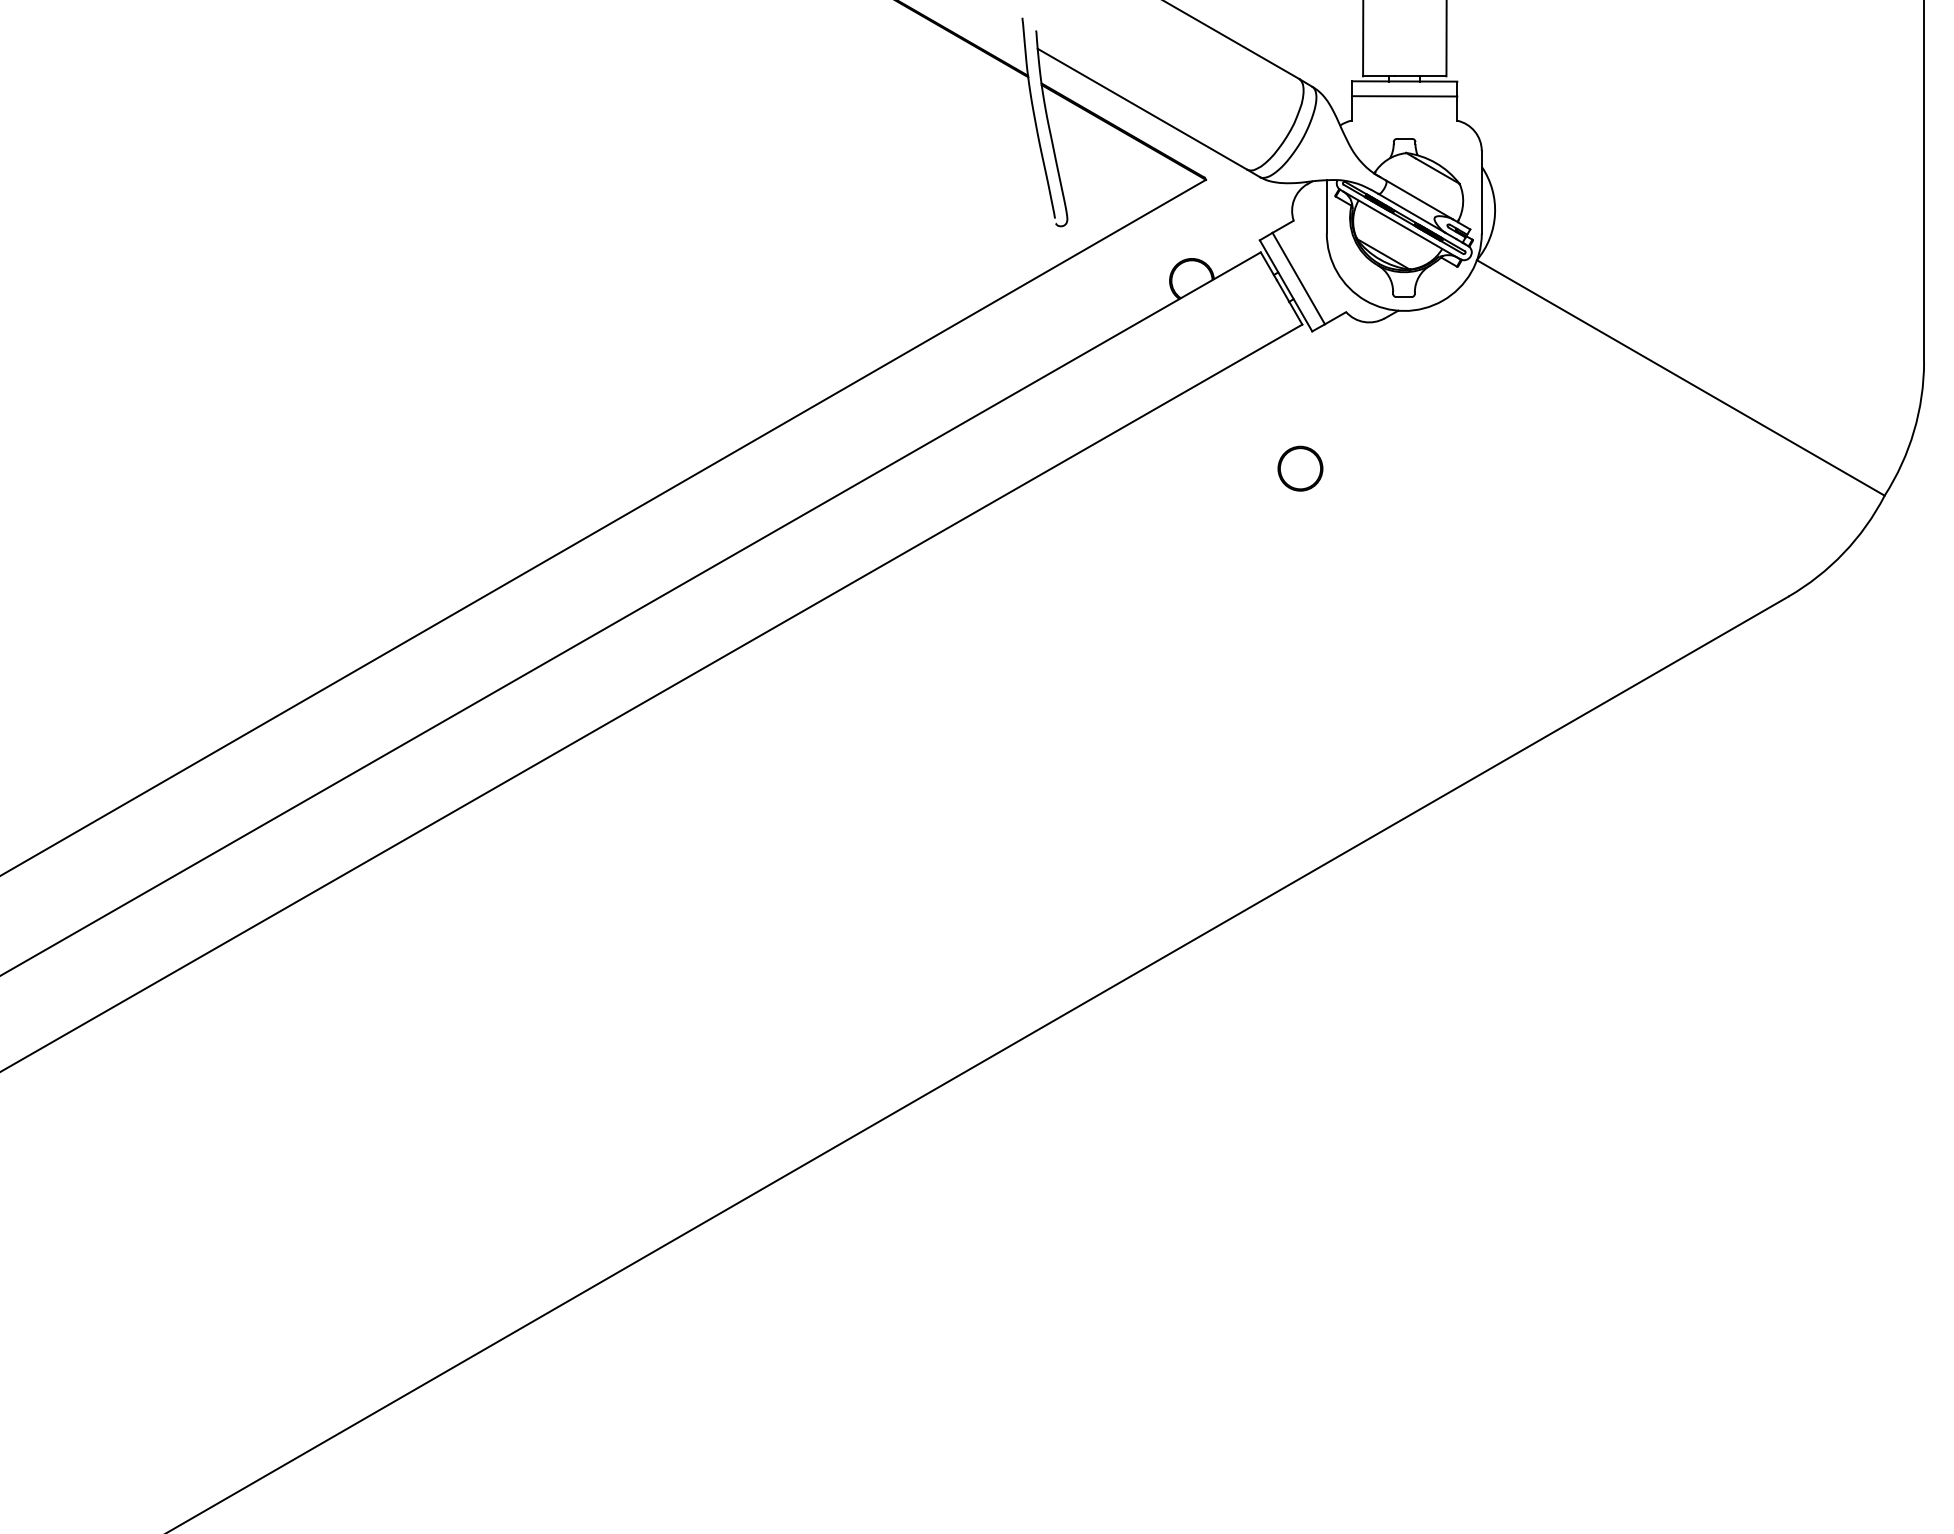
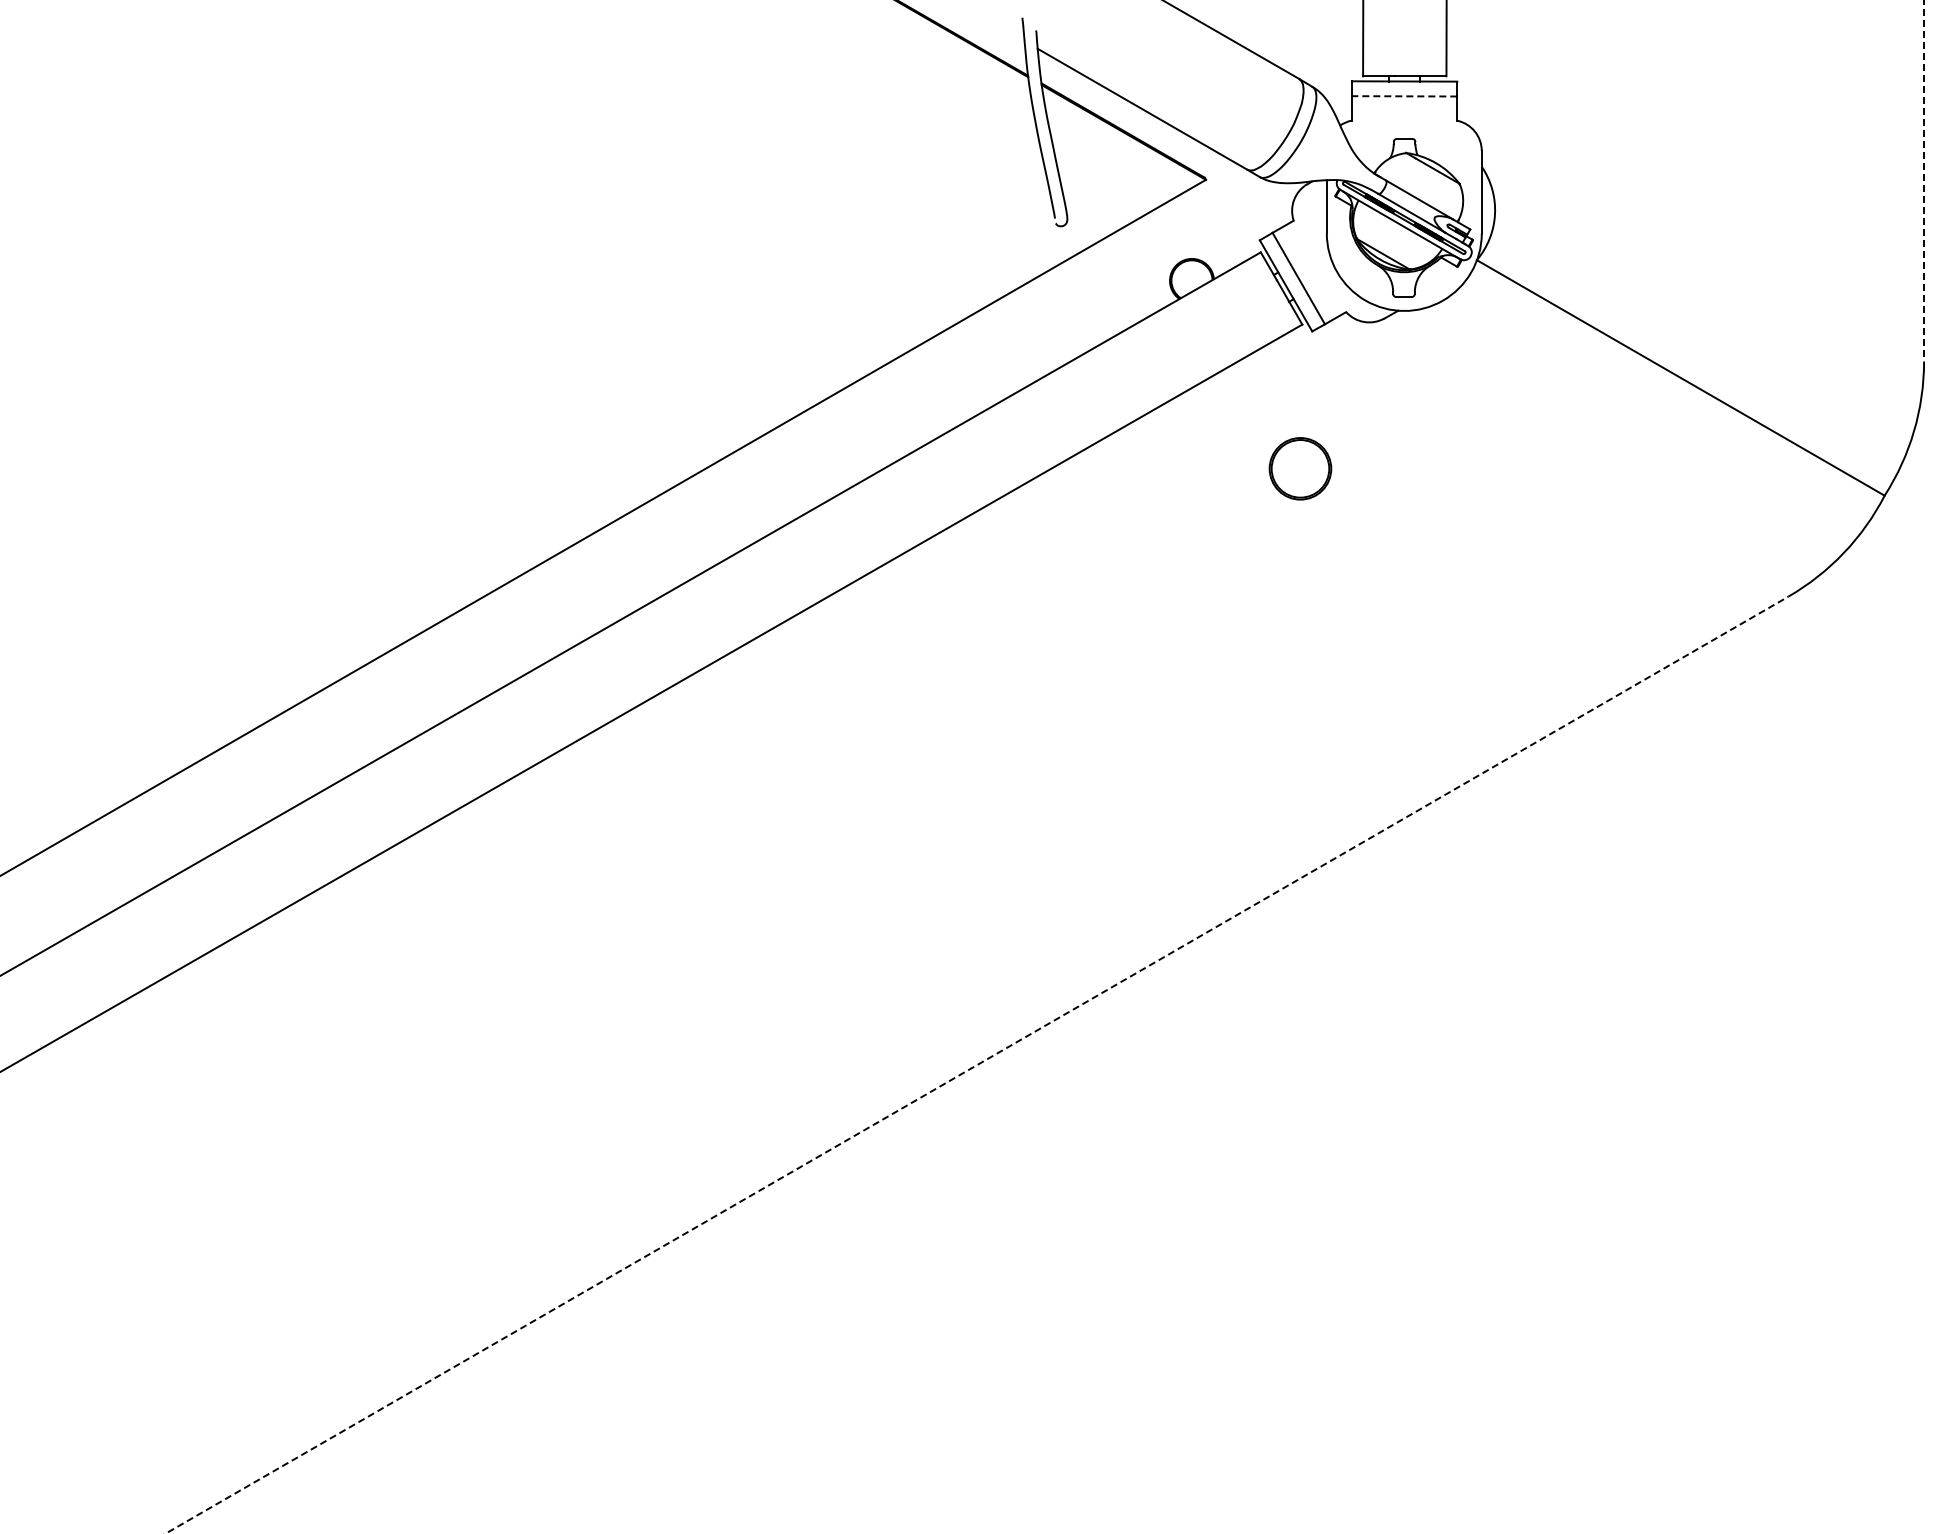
line at (1404, 96): solid -> dashed
line at (1924, 181): solid -> dashed
circle at (1300, 468) size: 47x47 px -> 65x64 px
line at (977, 1065): solid -> dashed
